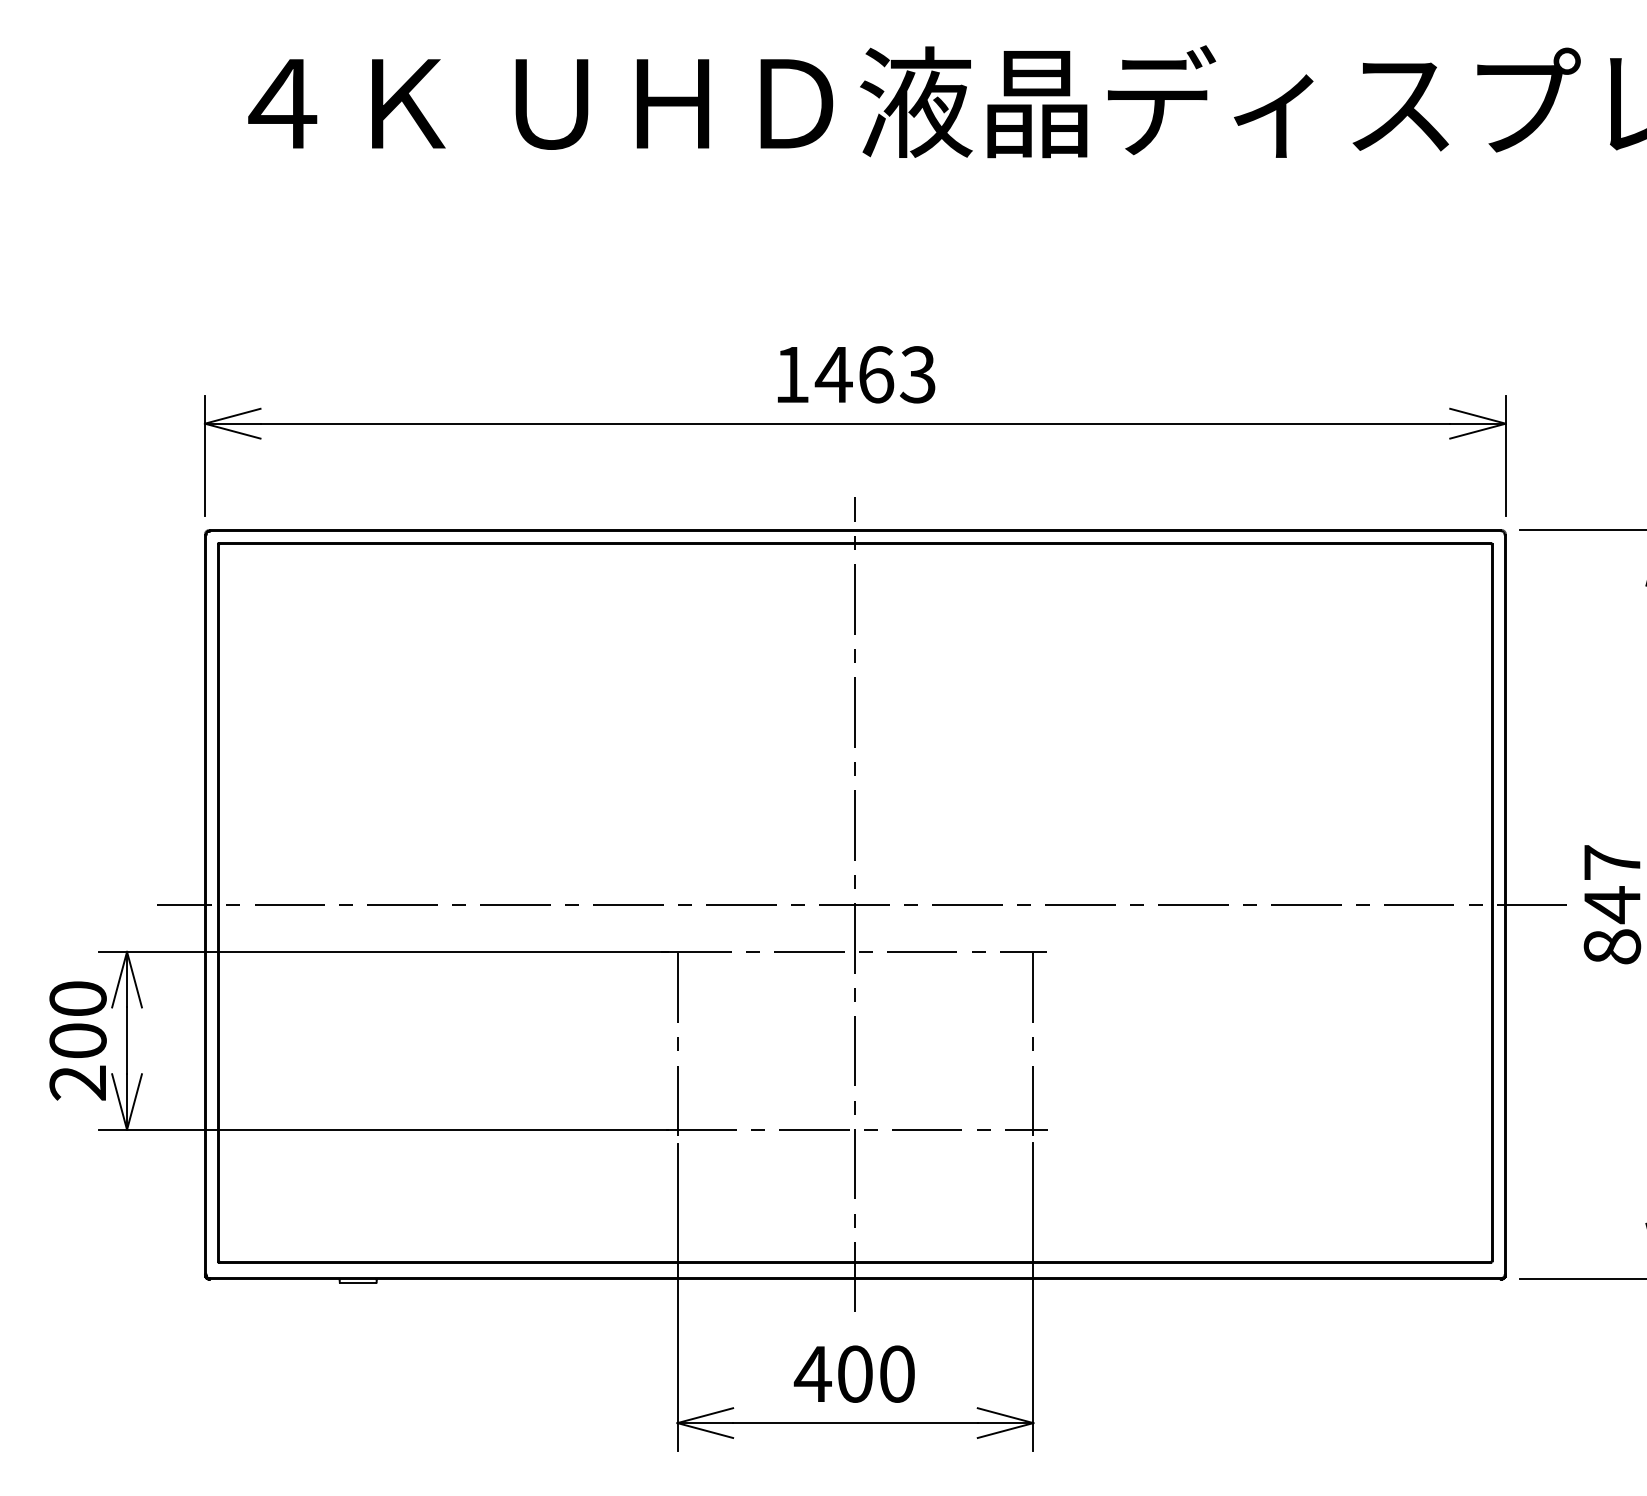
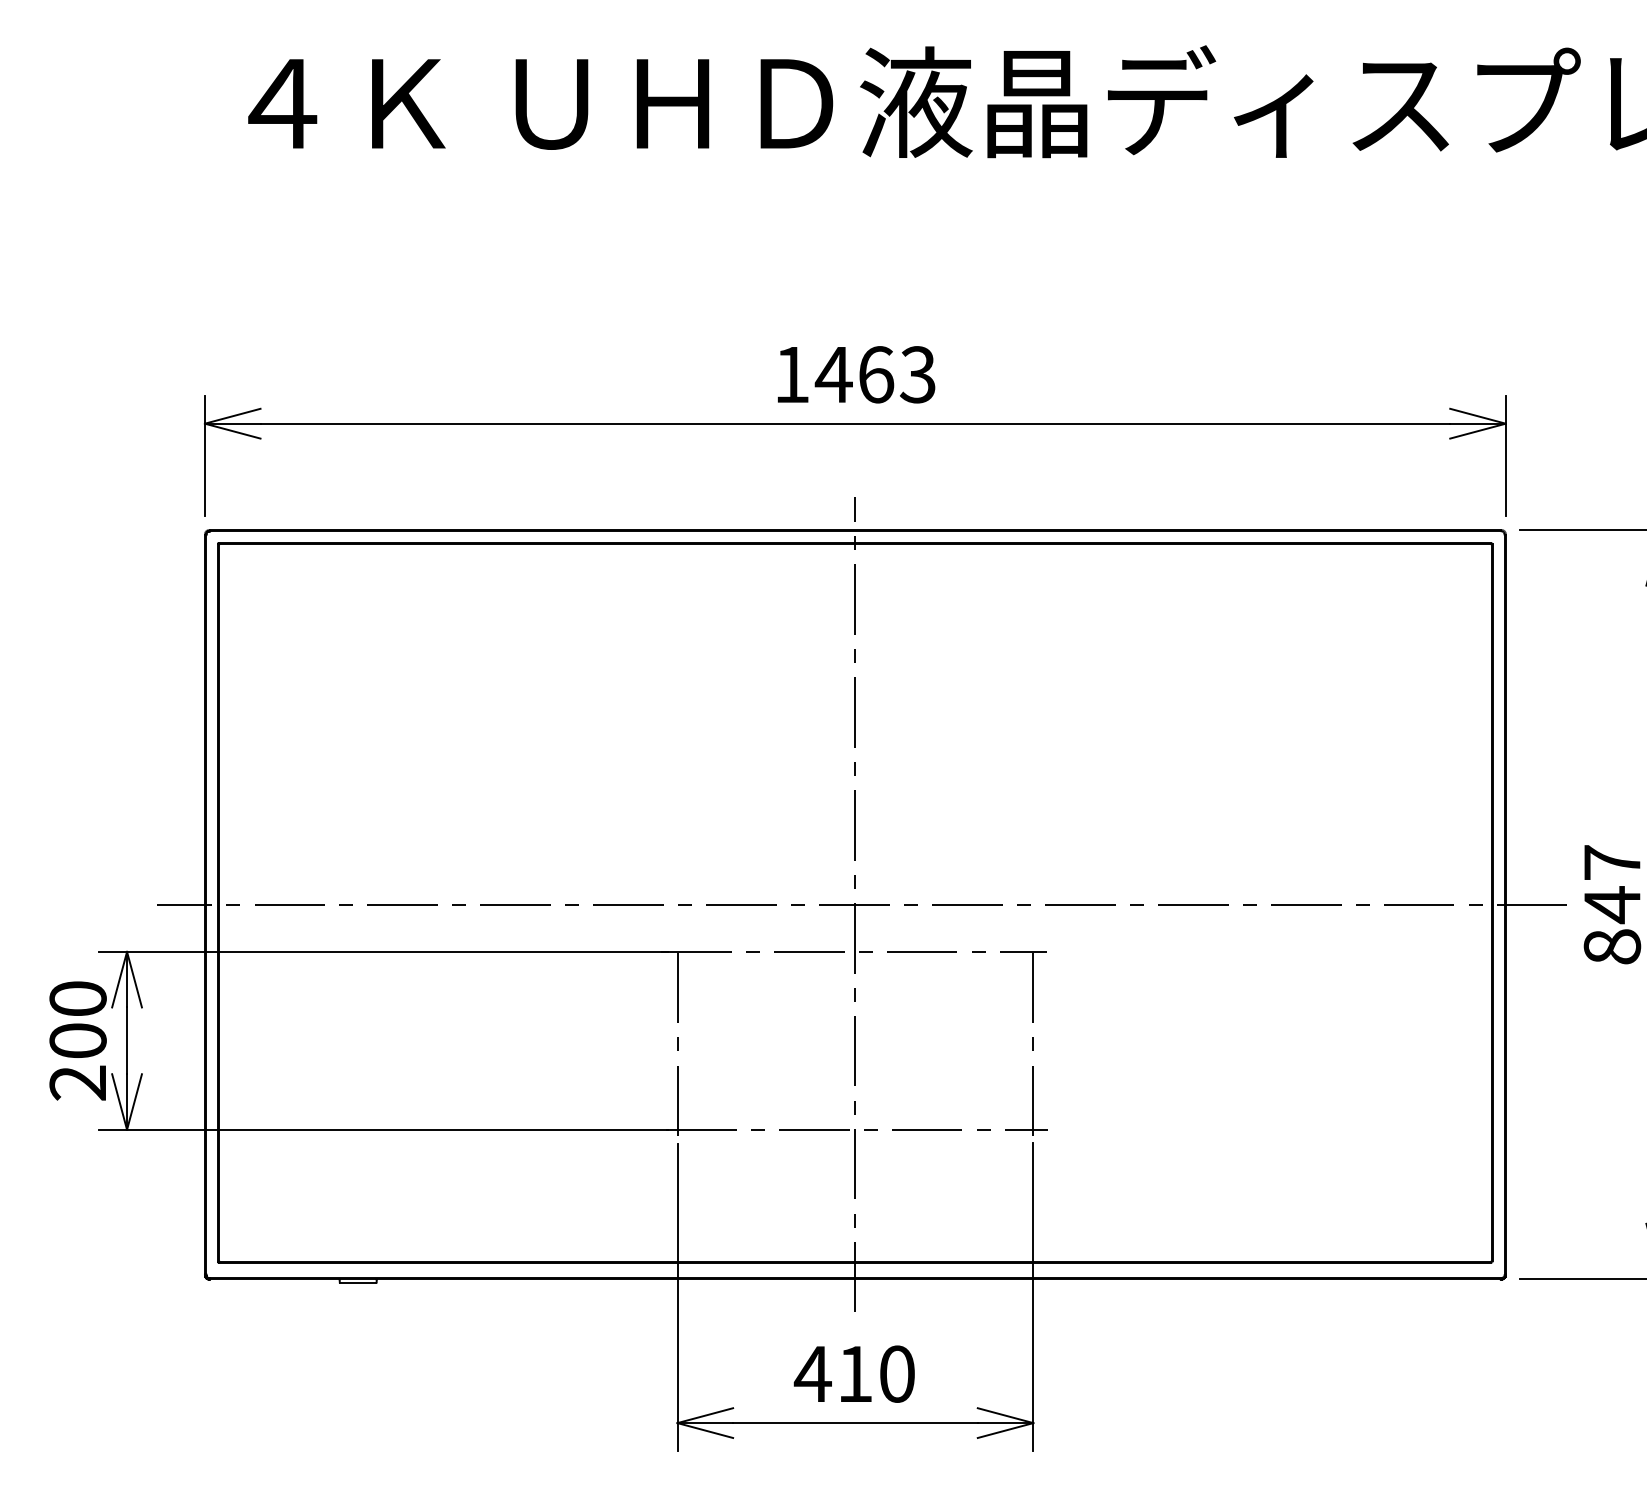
text at (855, 1373): 400 -> 410
